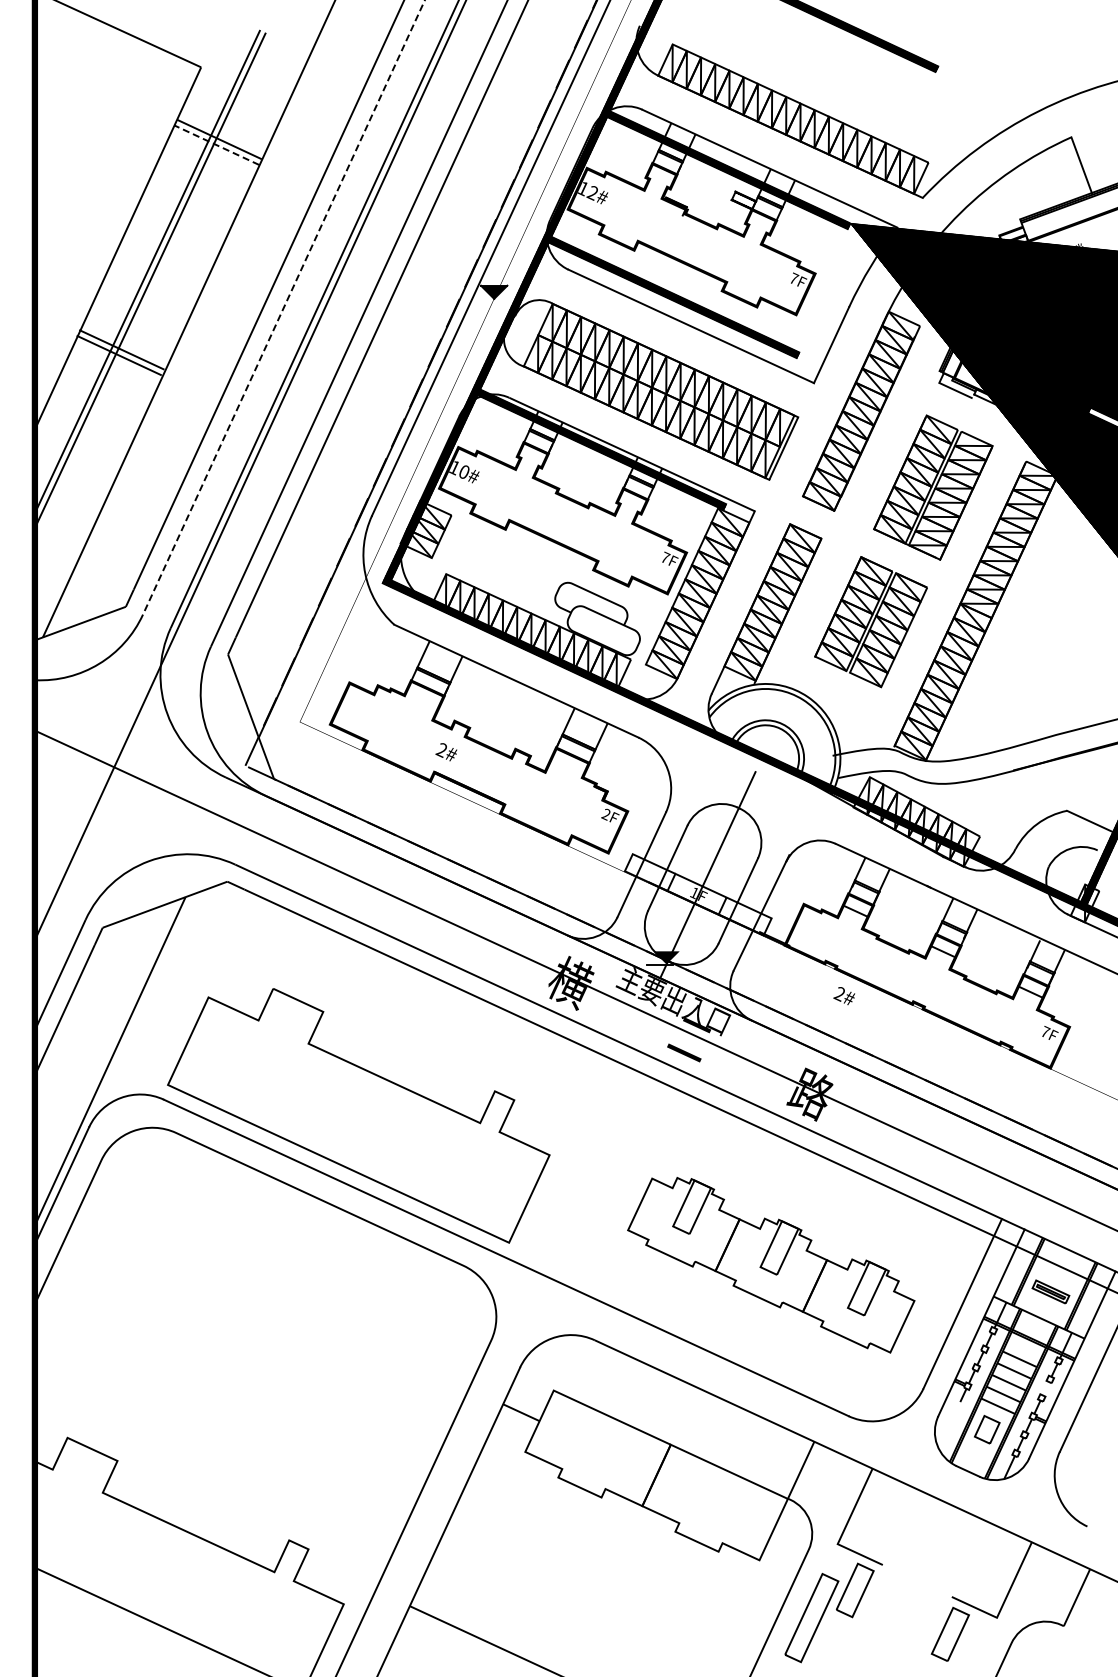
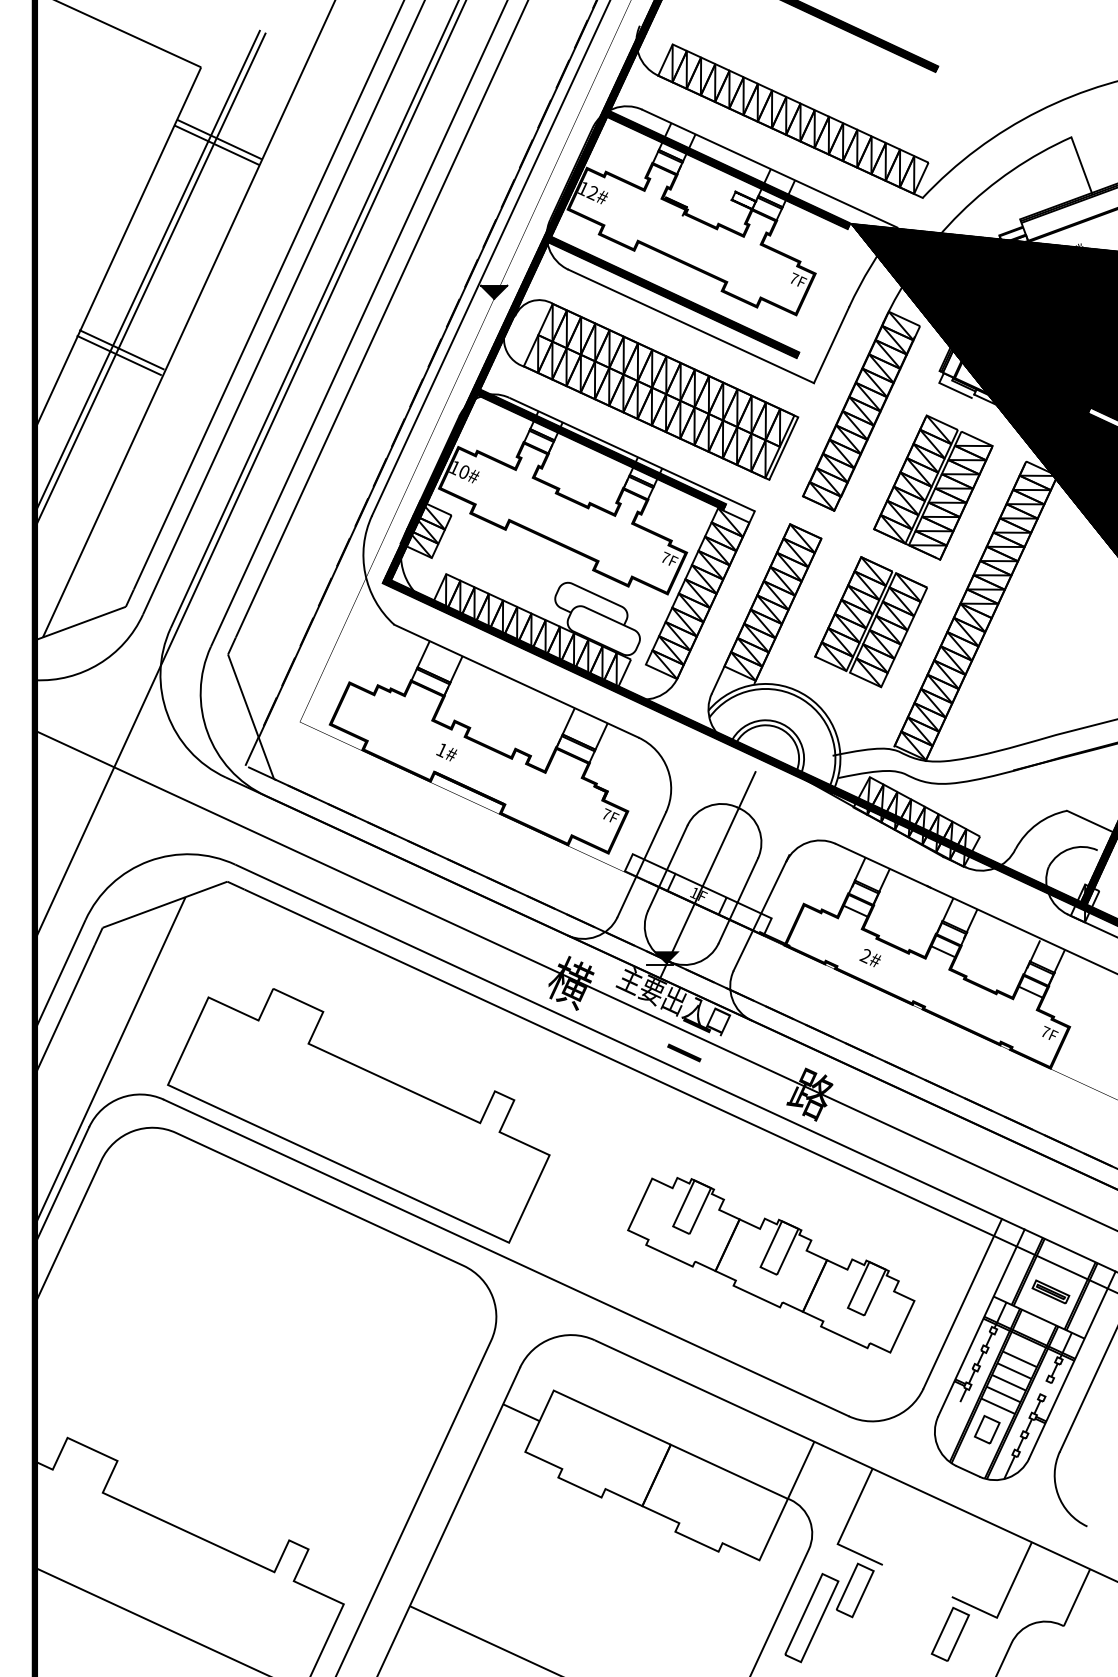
line at (216, 145): dashed -> solid
line at (283, 307): dashed -> solid
text at (440, 750): 2# -> 1#
text at (606, 814): 2F -> 7F
text at (844, 996) position: (844, 996) -> (870, 958)
